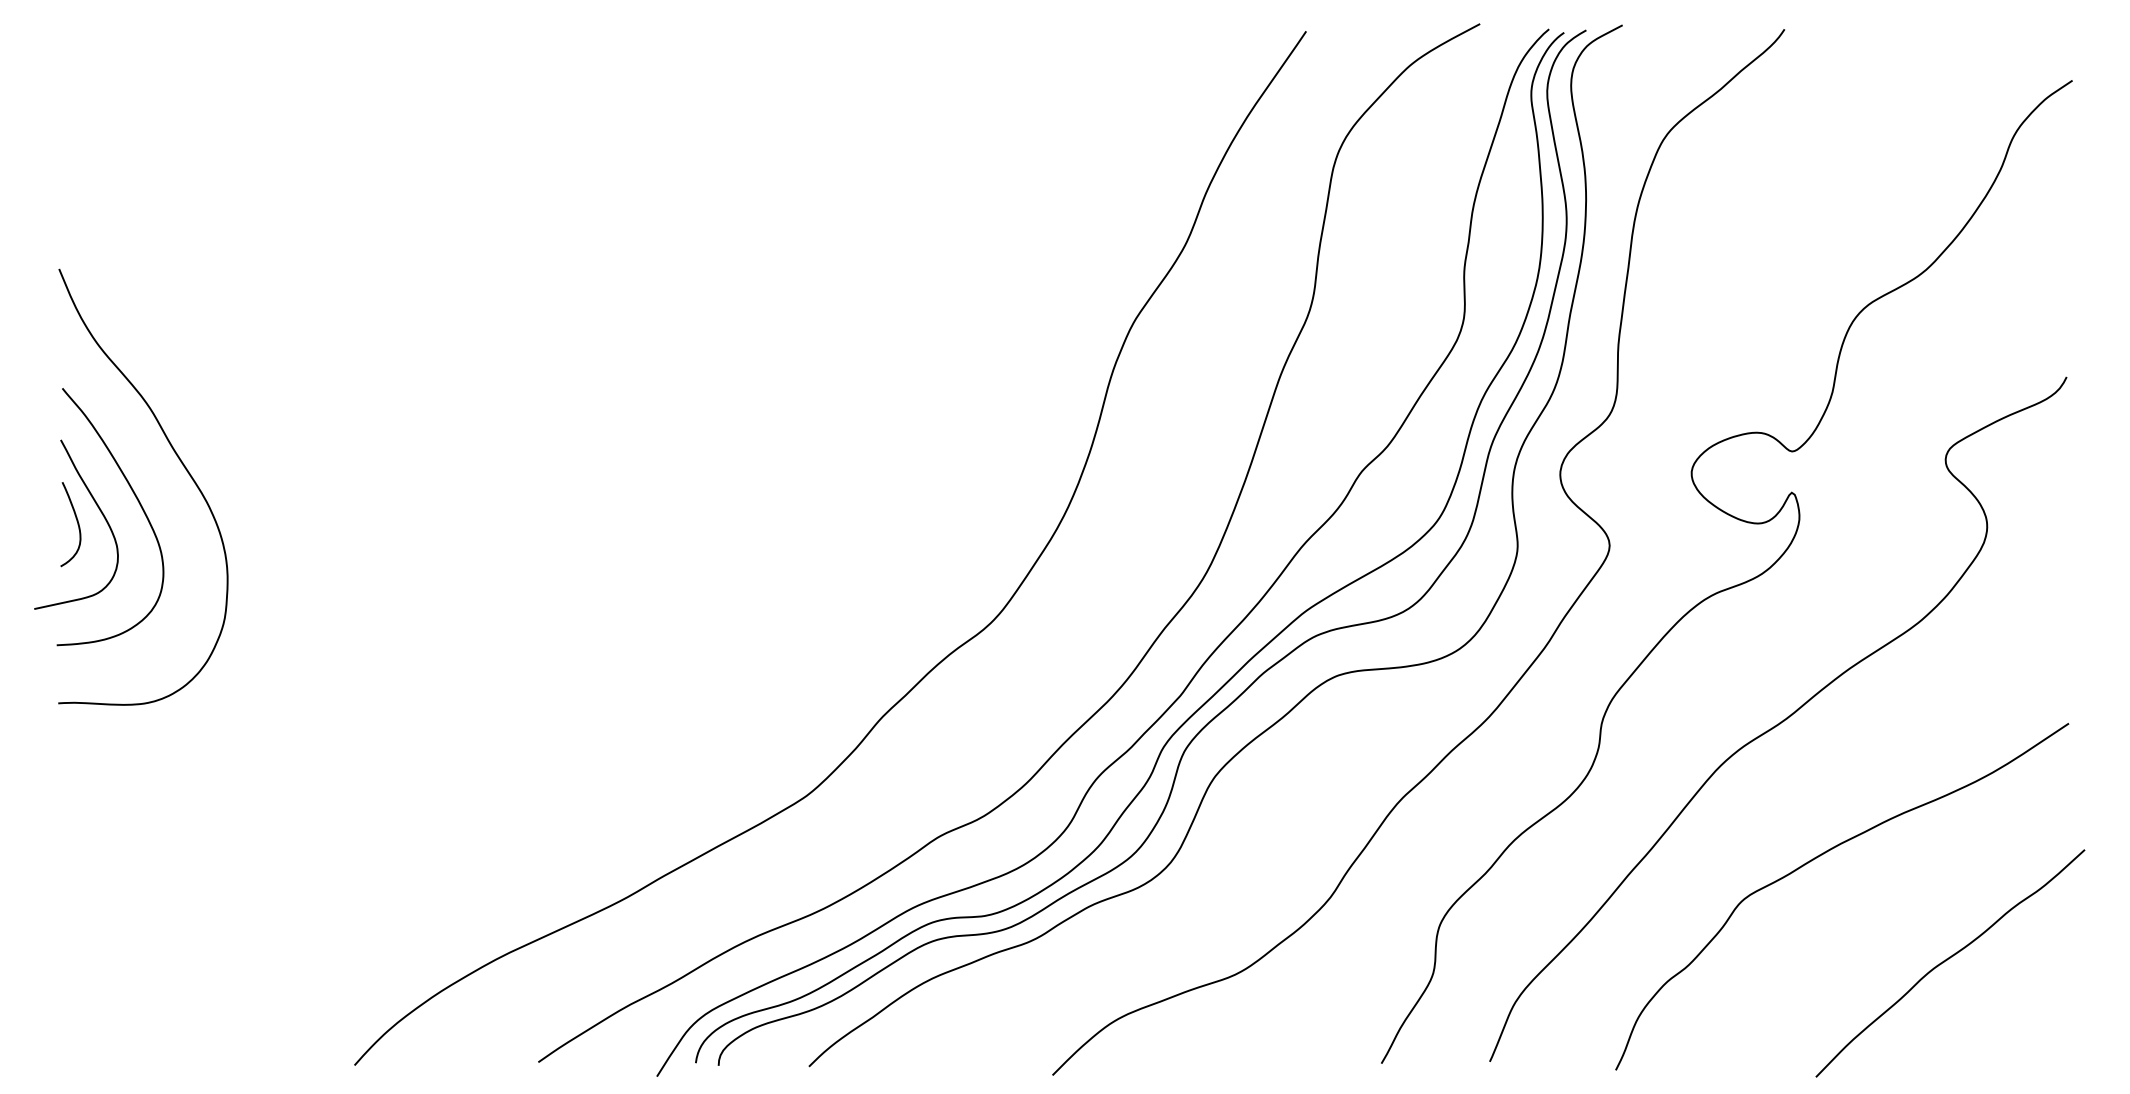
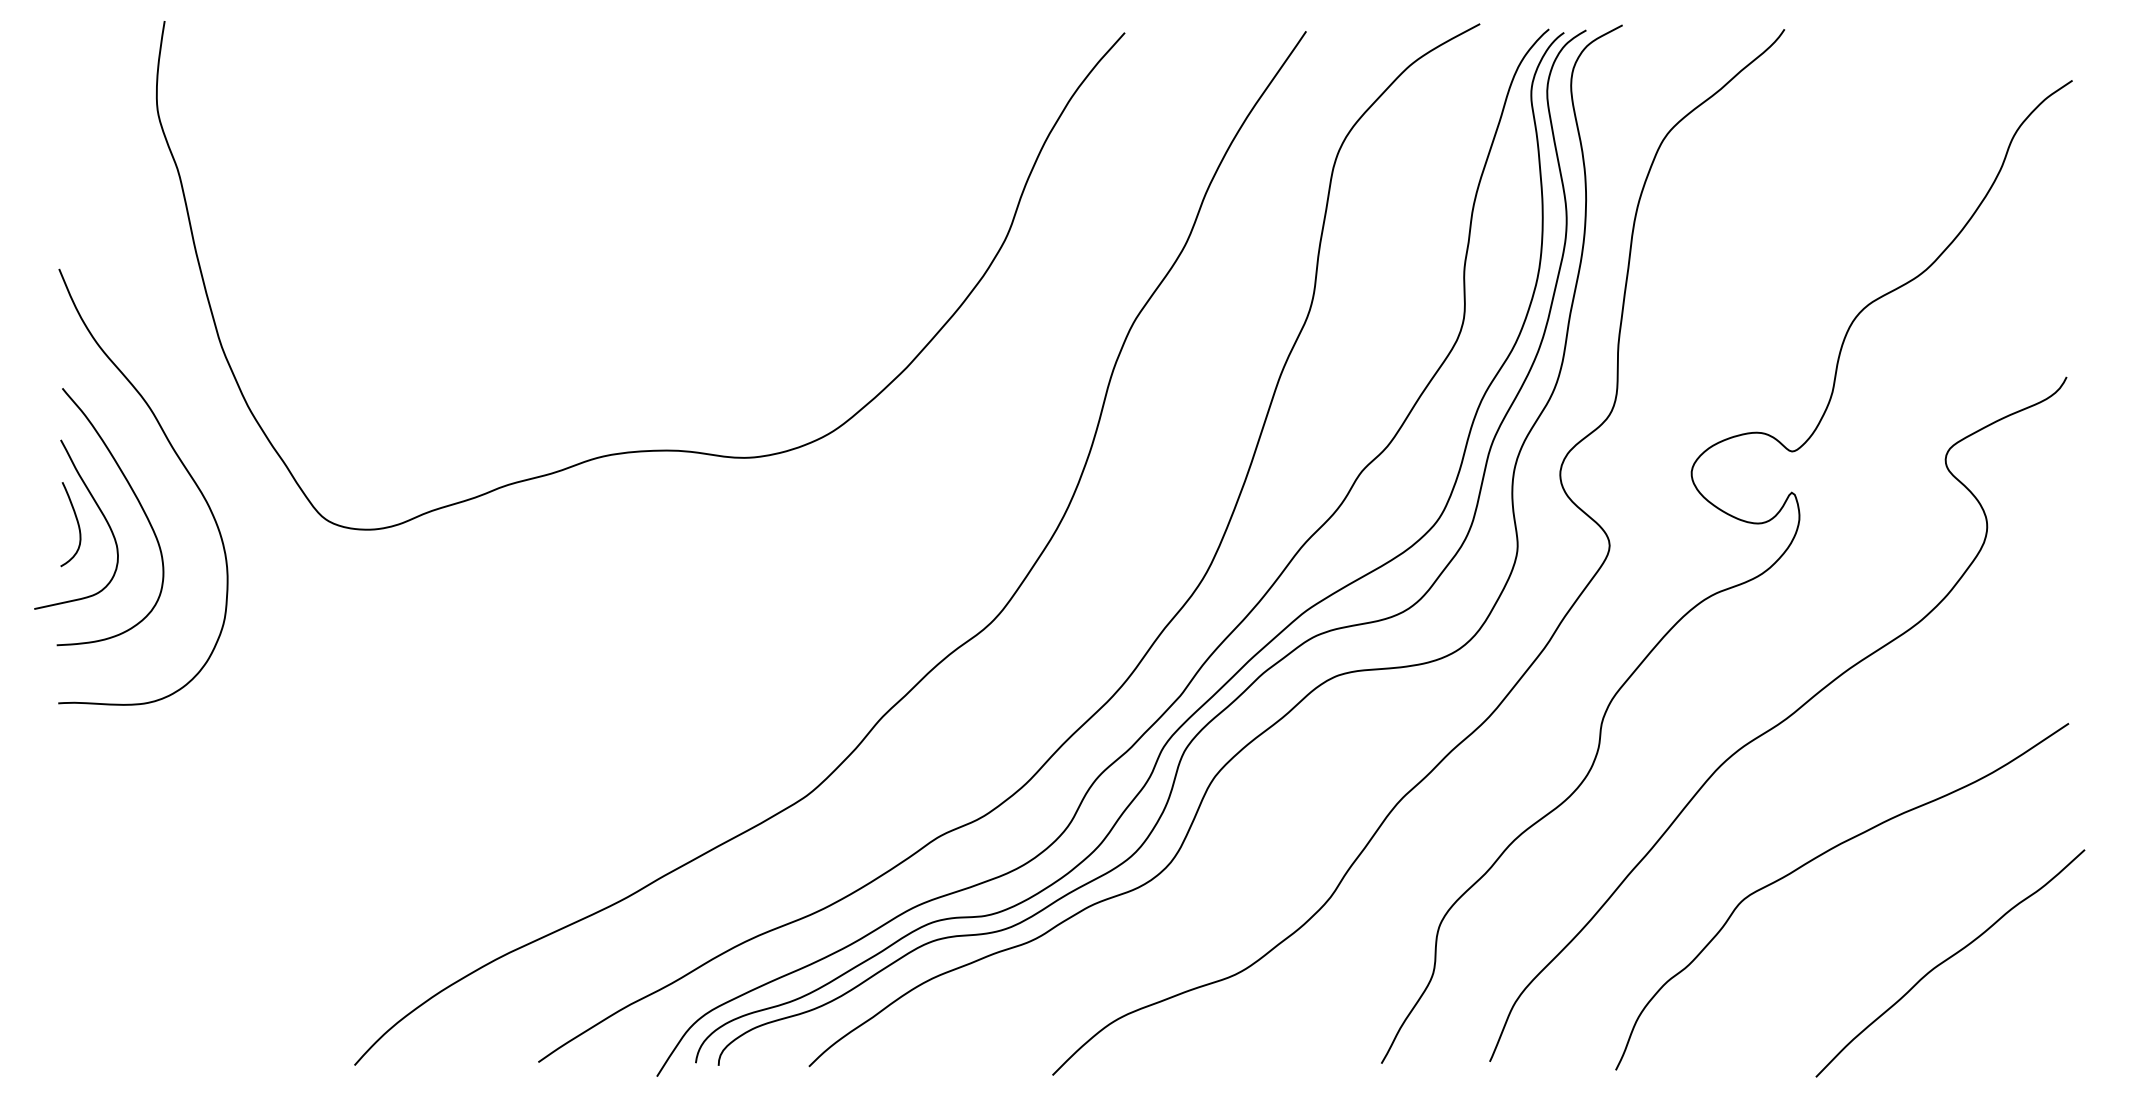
curve at (653, 449): none -> present
